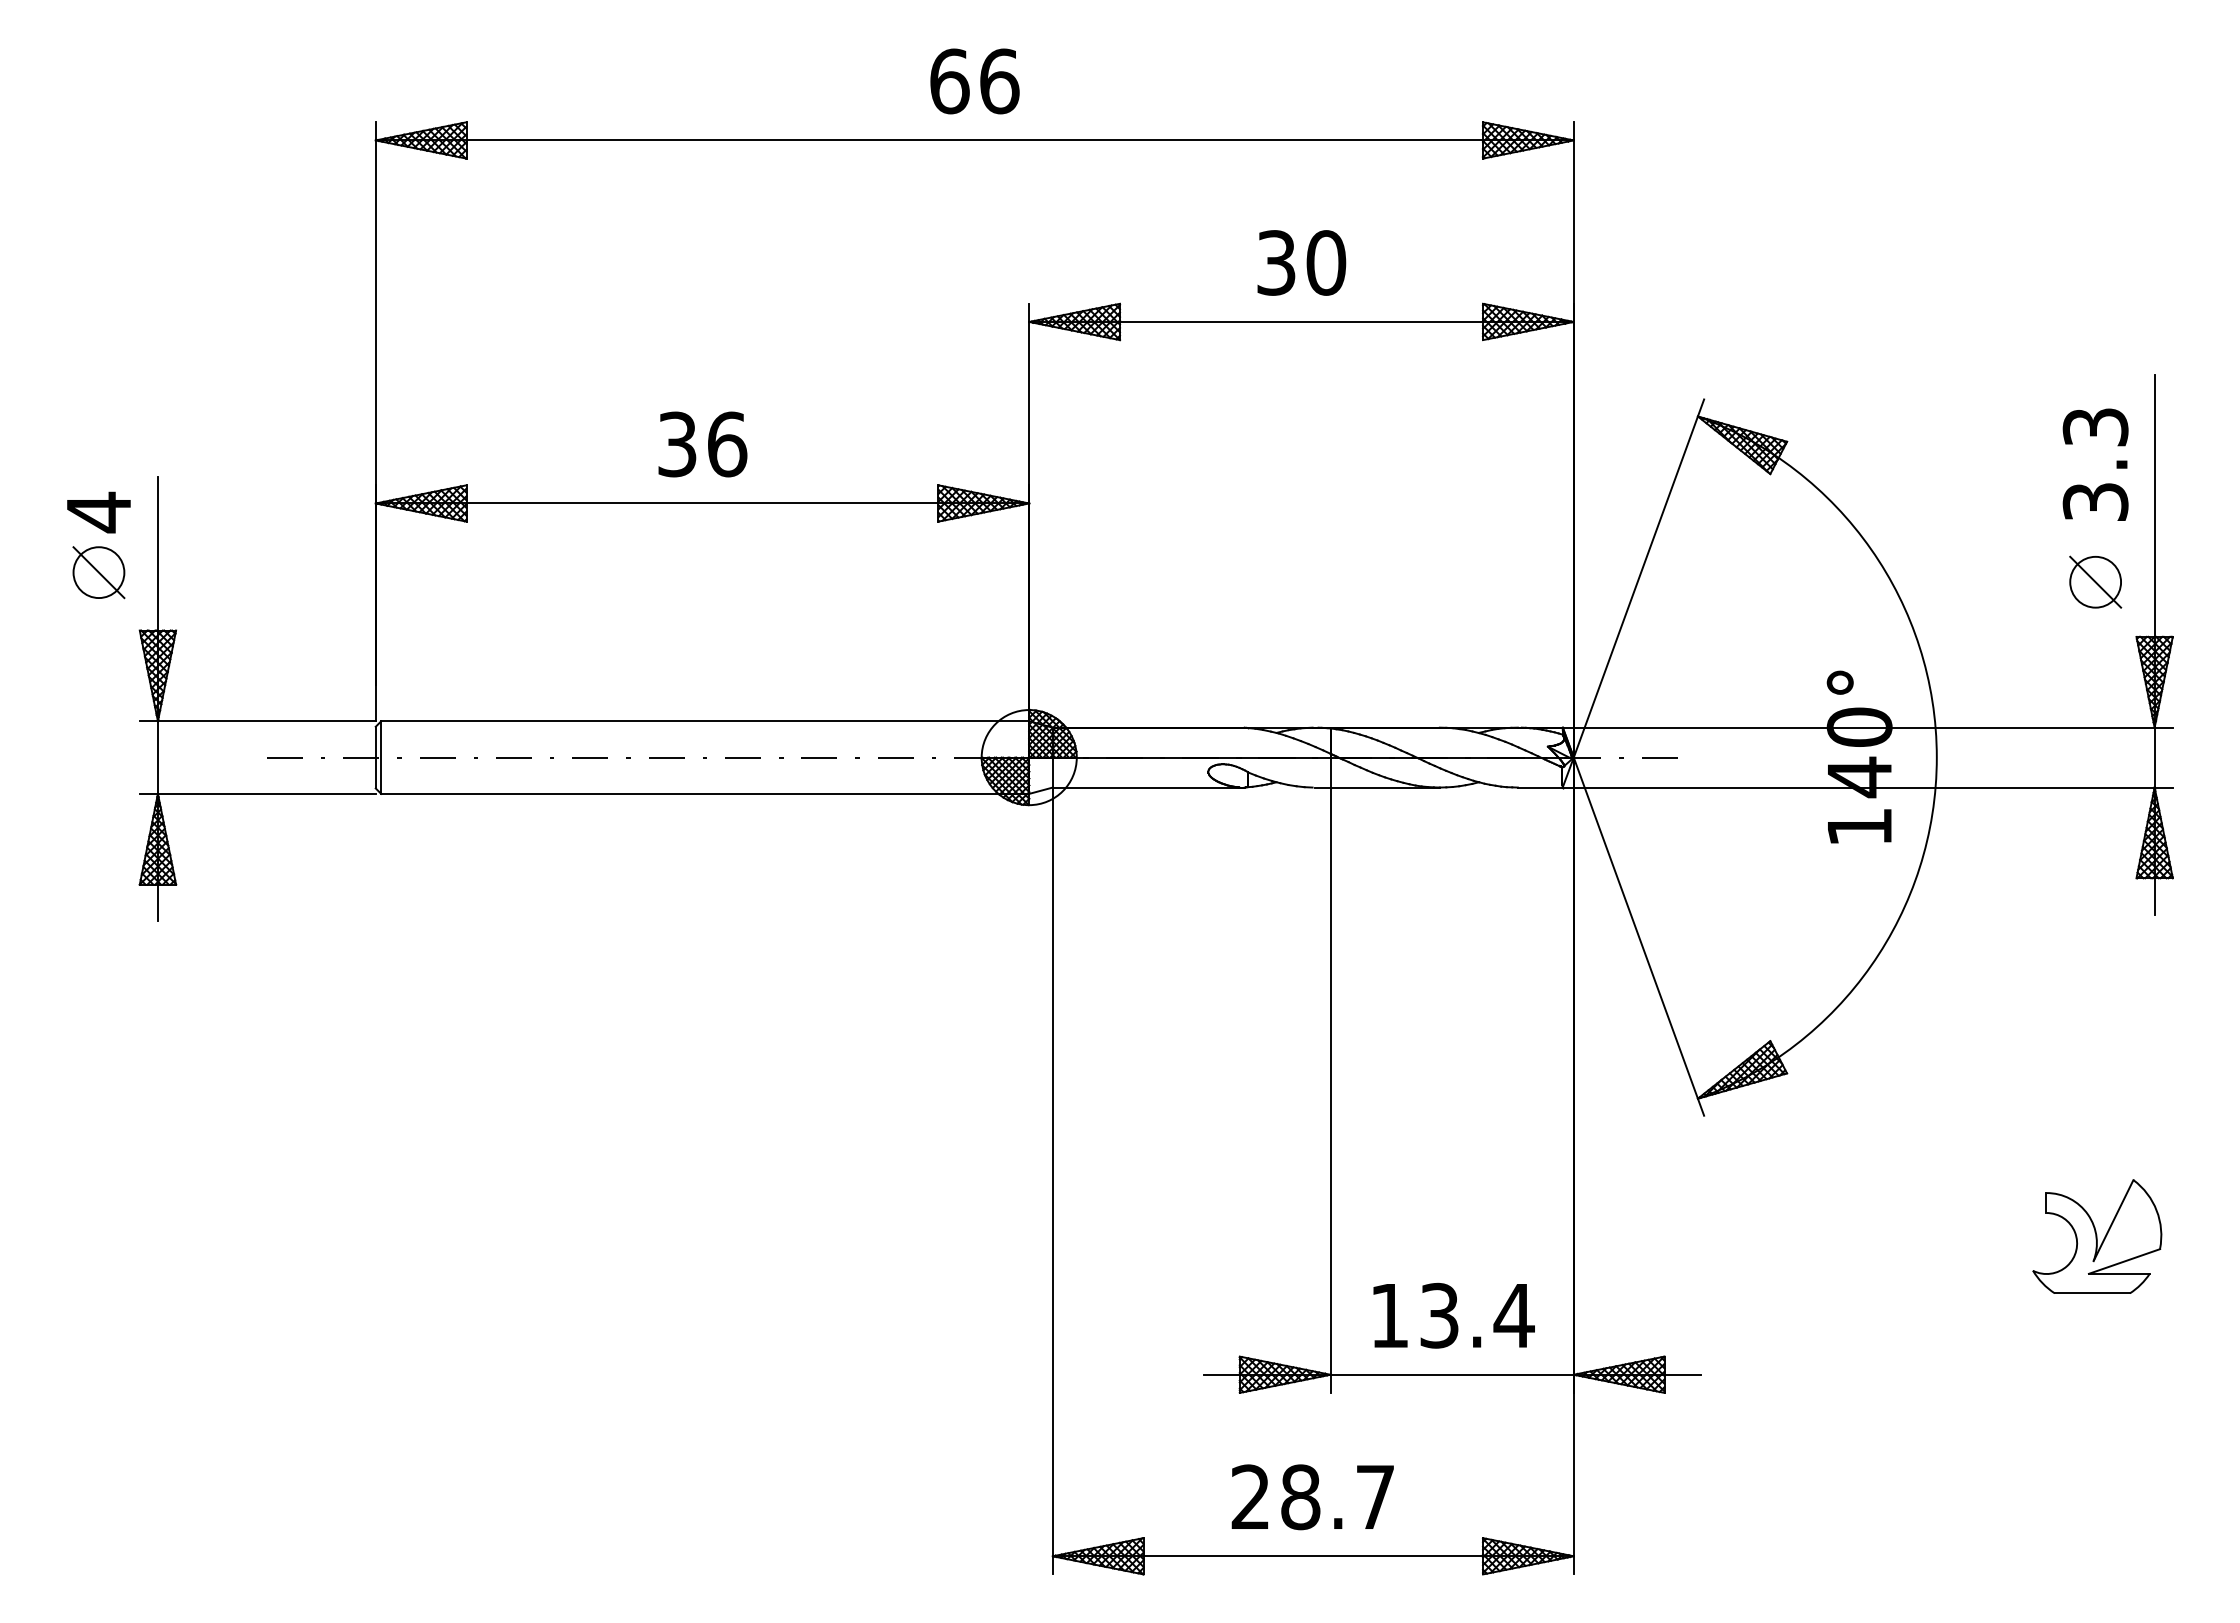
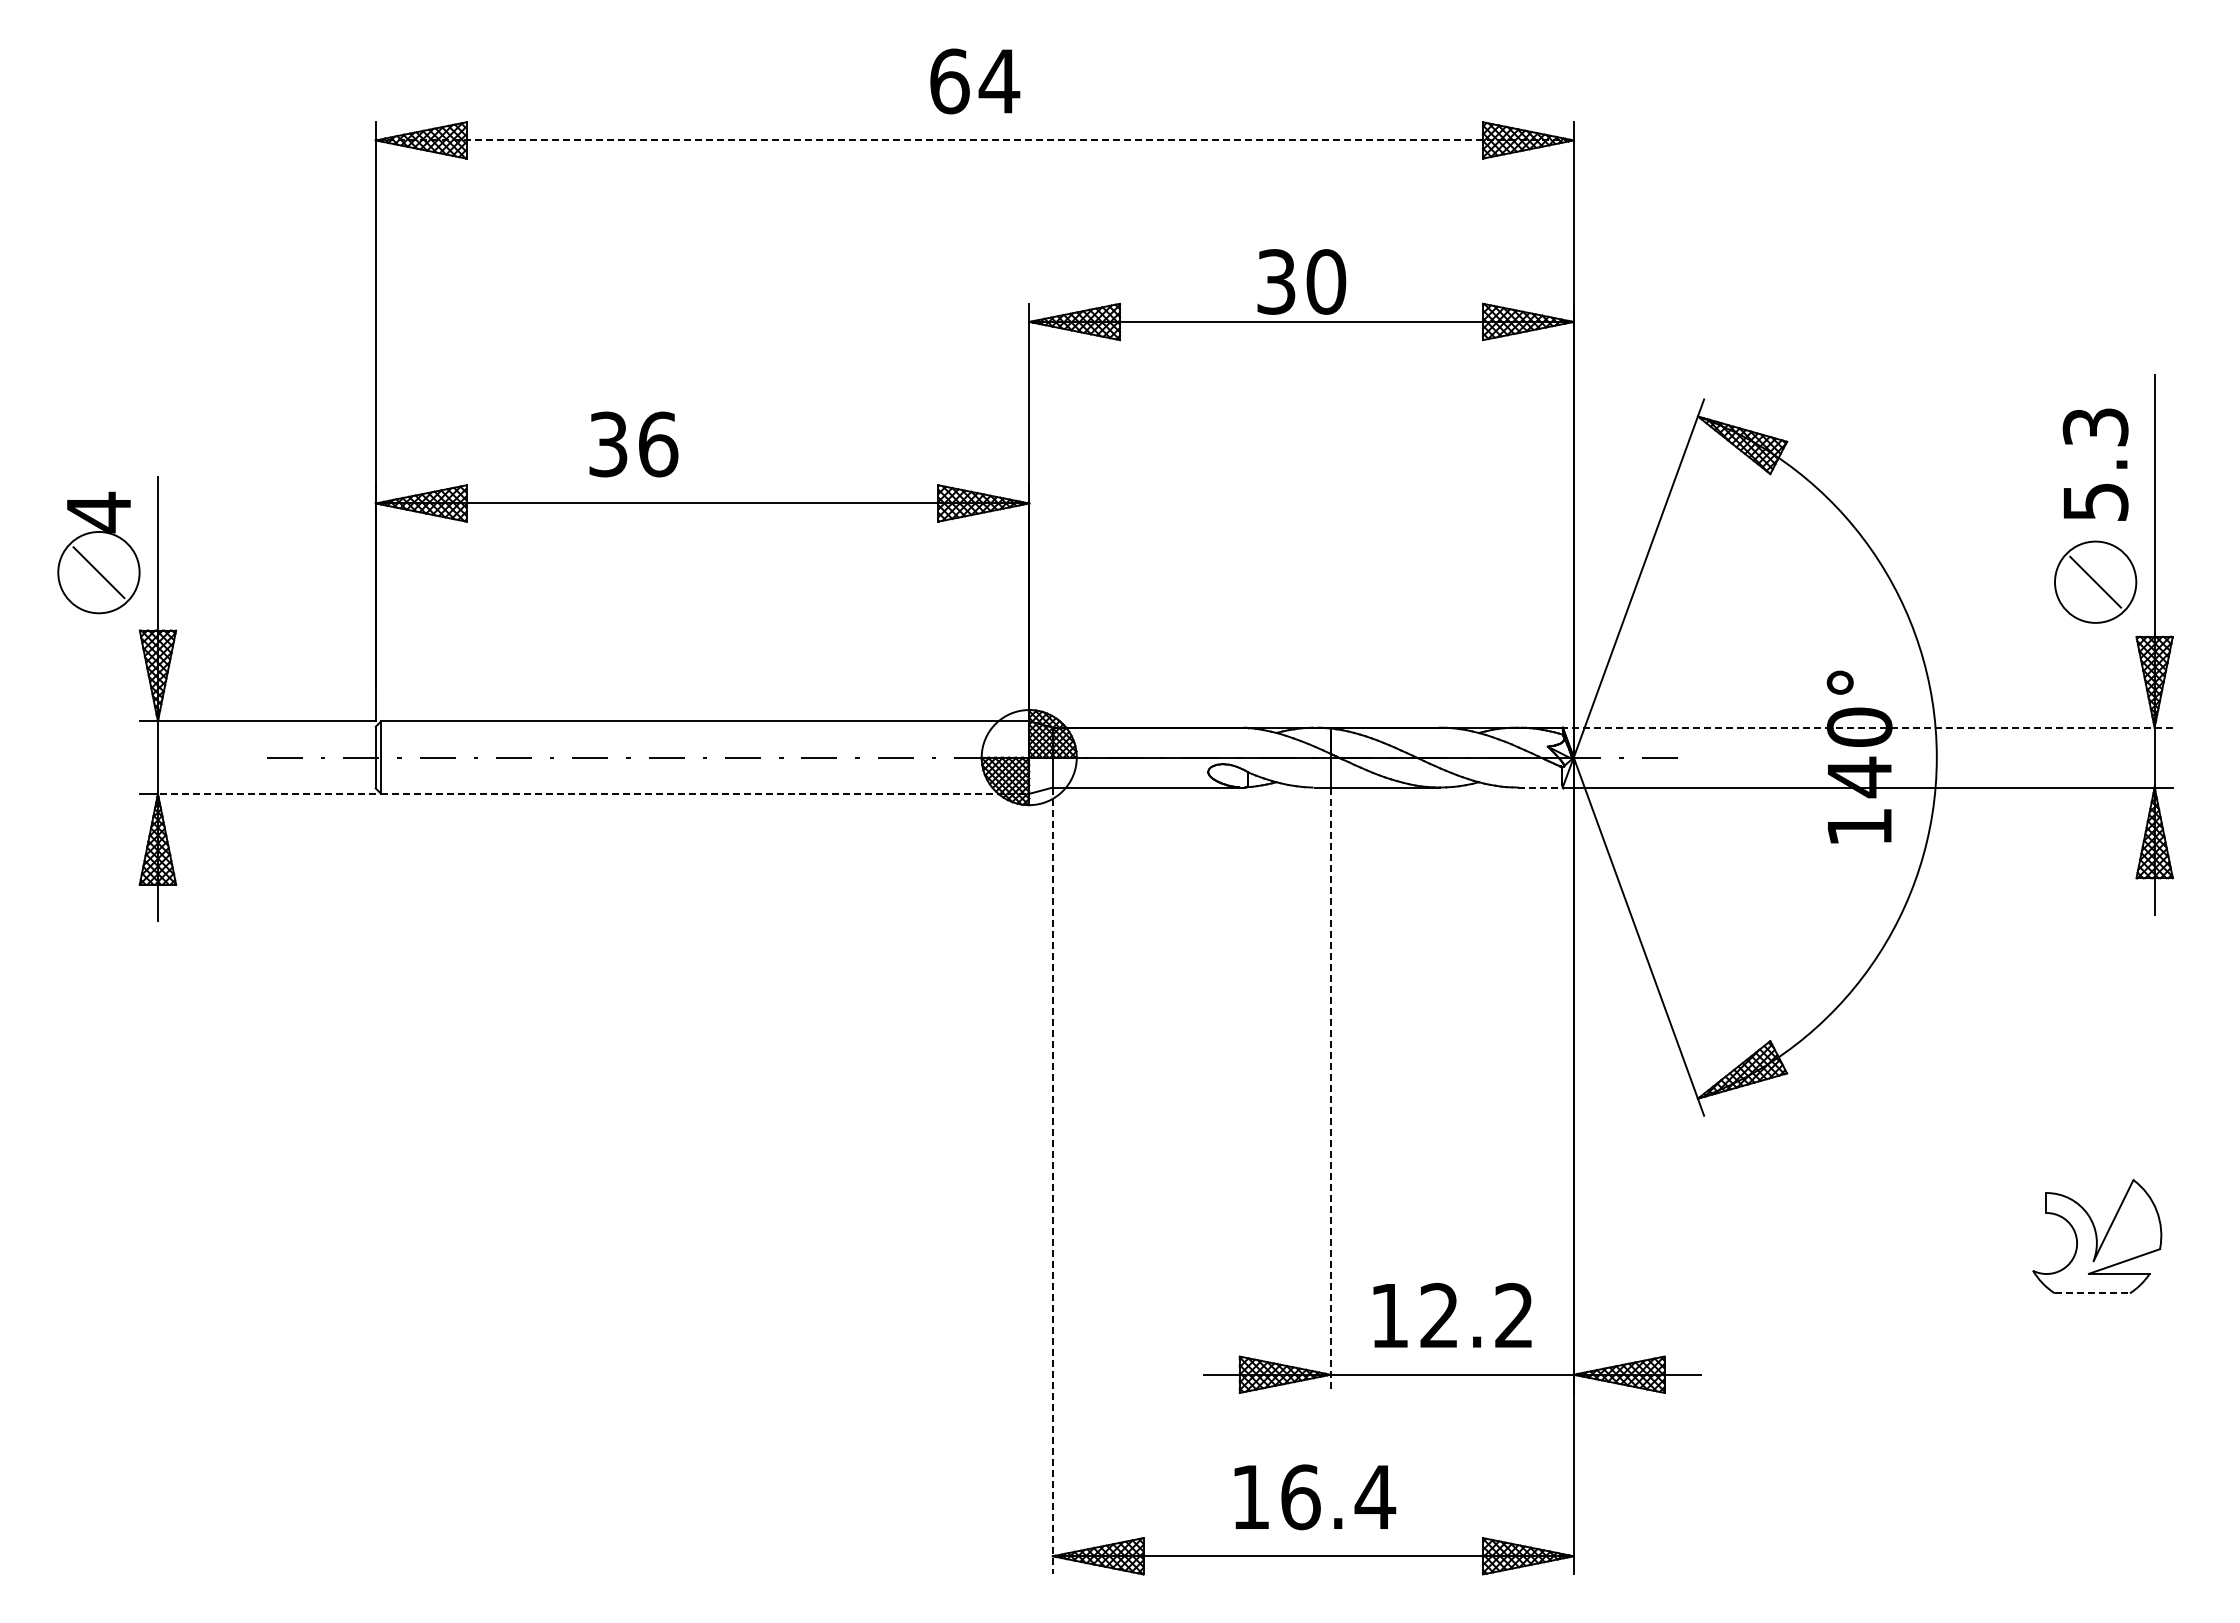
text at (999, 81): 66 -> 64
line at (975, 140): solid -> dashed
text at (1301, 262) position: (1301, 262) -> (1301, 281)
text at (702, 444) position: (702, 444) -> (633, 444)
text at (2094, 501): 3.3 -> 5.3
circle at (98, 572) diameter: 51 px -> 81 px
circle at (2095, 581) diameter: 51 px -> 81 px
line at (1867, 727): solid -> dashed
line at (1540, 787): solid -> dashed
line at (266, 793): solid -> dashed
line at (705, 793): solid -> dashed
line at (1330, 1090): solid -> dashed
line at (1052, 1181): solid -> dashed
line at (2092, 1293): solid -> dashed
text at (1477, 1315): 13.4 -> 12.2
text at (1313, 1497): 28.7 -> 16.4
